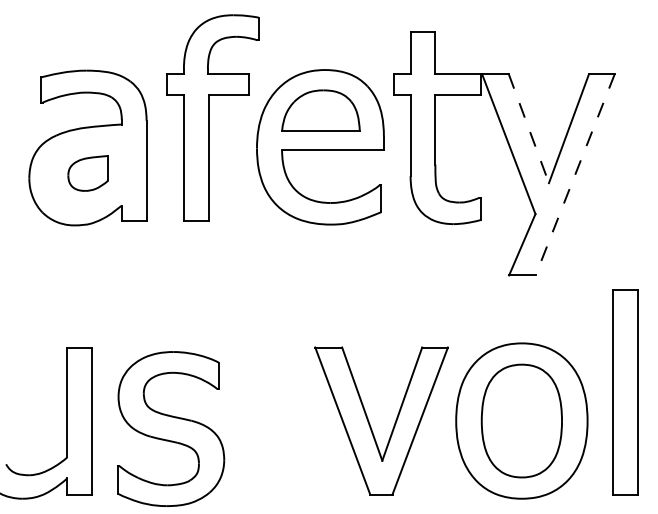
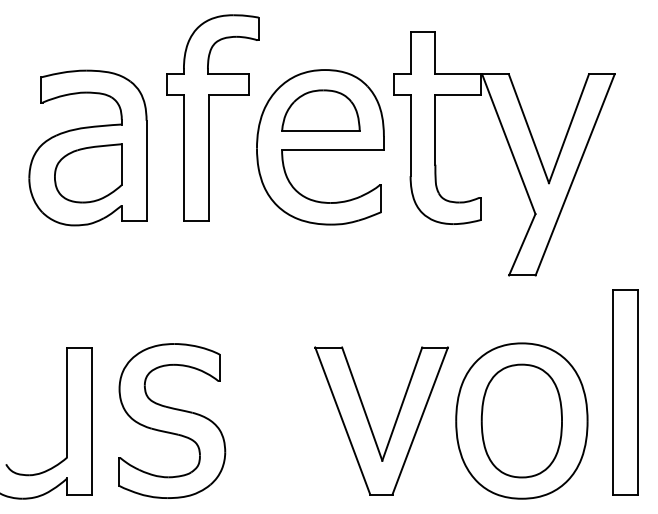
line at (529, 129): dashed -> solid
part at (87, 173) size: 42x37 px -> 69x61 px
line at (575, 175): dashed -> solid
part at (171, 428) position: (171, 428) -> (172, 420)
